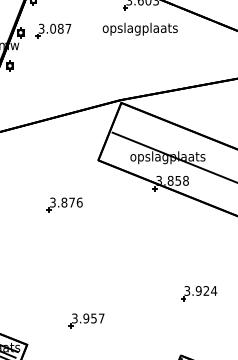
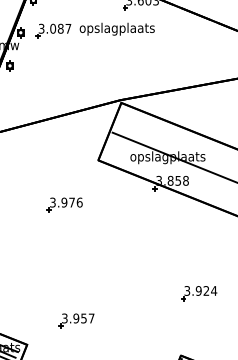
text at (139, 28) position: (139, 28) -> (116, 28)
text at (64, 202): 3.876 -> 3.976
part at (86, 320) position: (86, 320) -> (76, 320)
